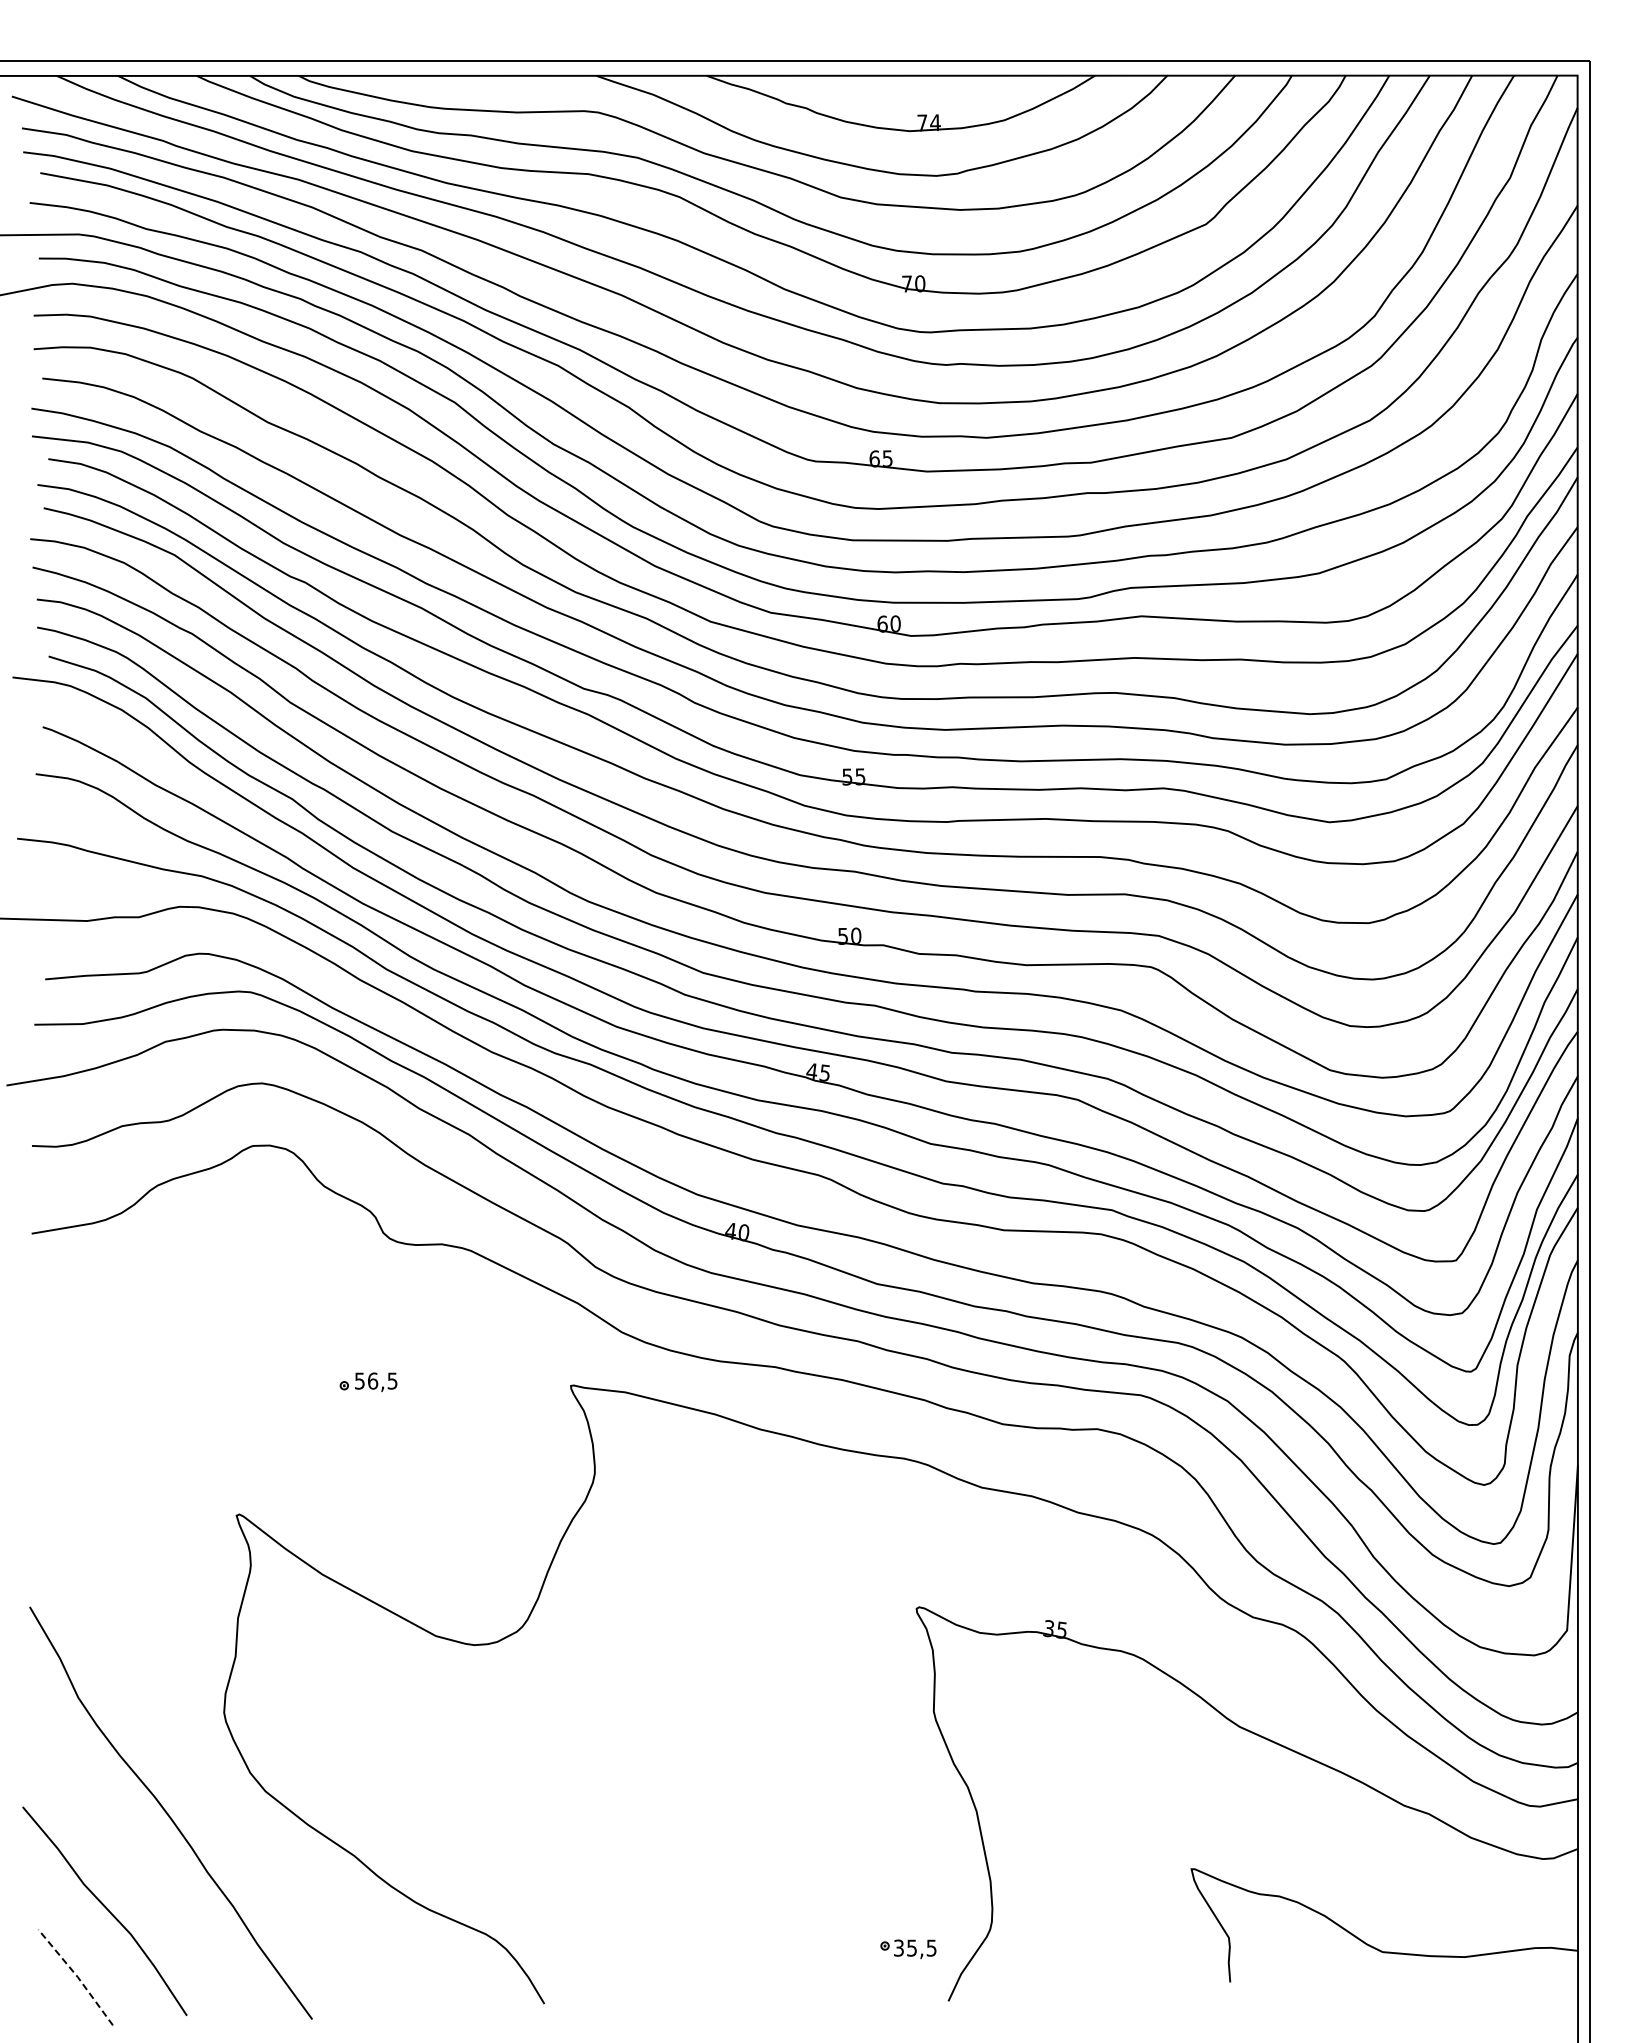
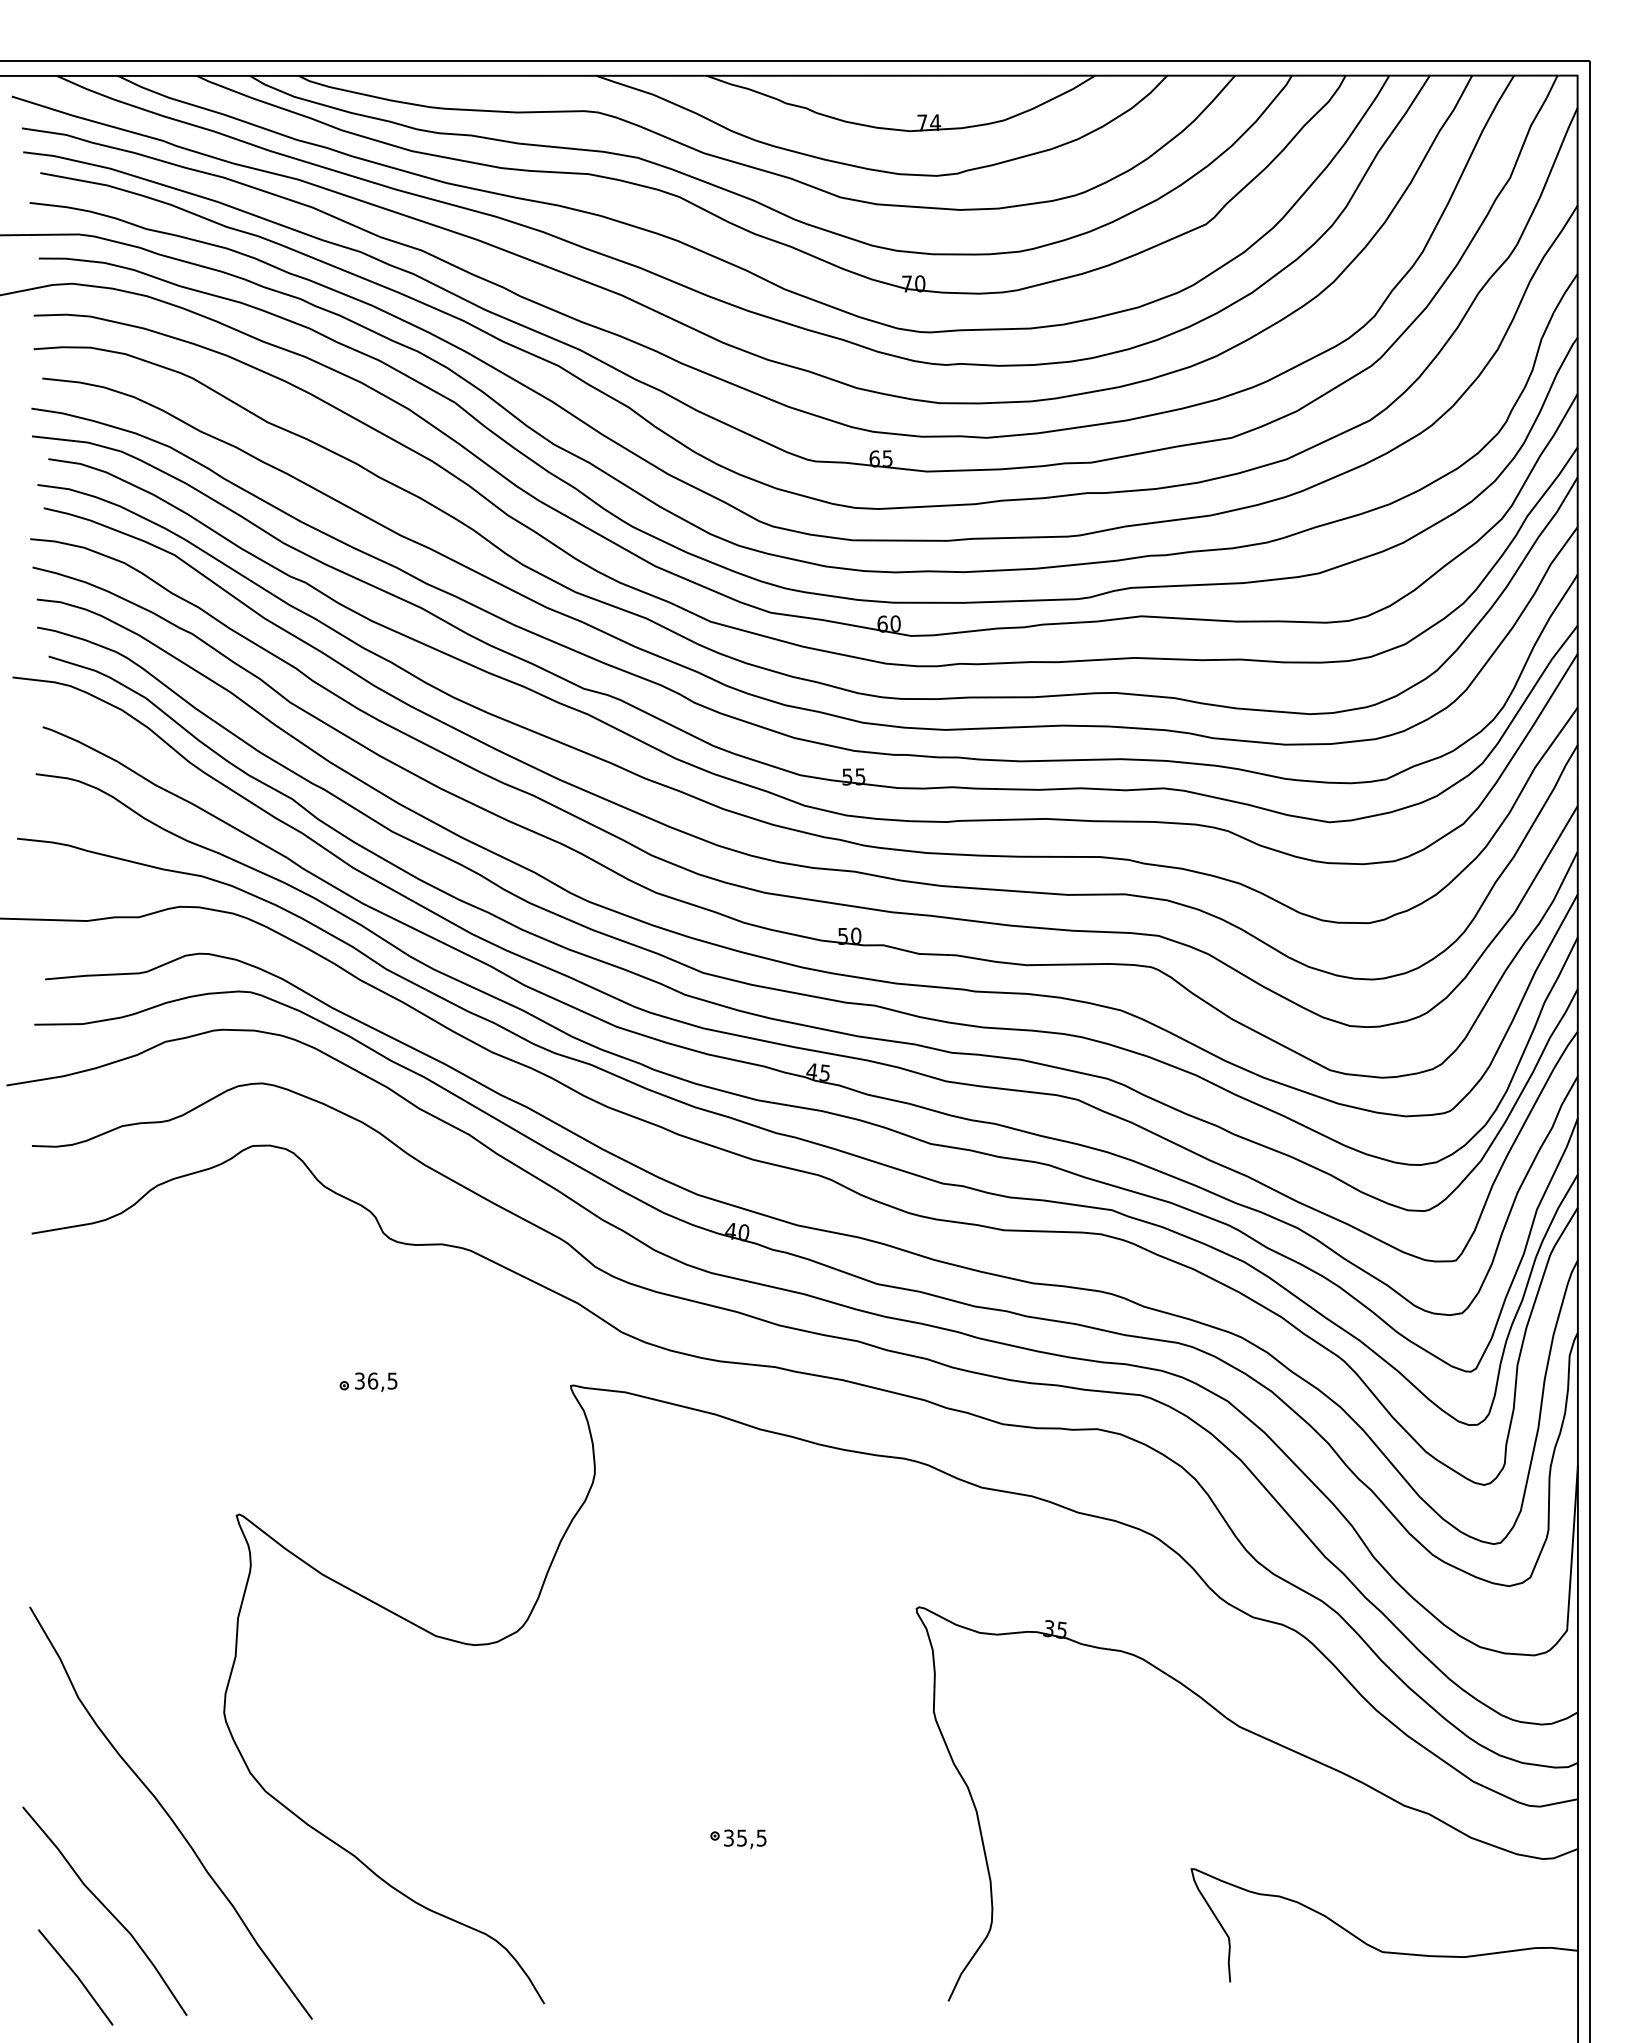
text at (359, 1380): 56,5 -> 36,5
part at (908, 1948) position: (908, 1948) -> (738, 1838)
line at (77, 1976): dashed -> solid
